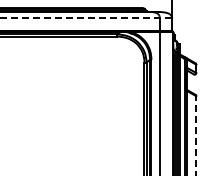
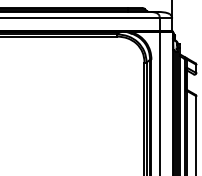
line at (86, 18): dashed -> solid
line at (196, 135): dashed -> solid
